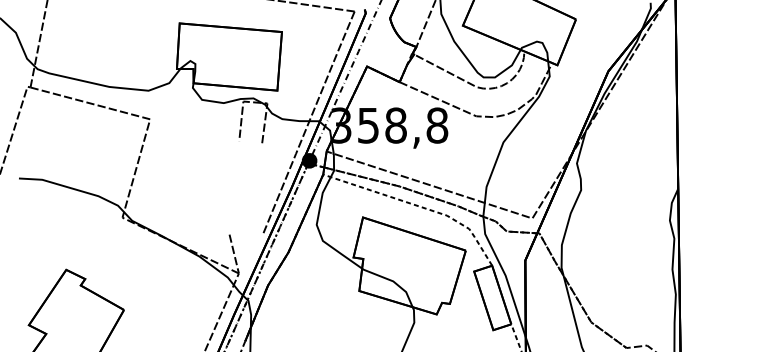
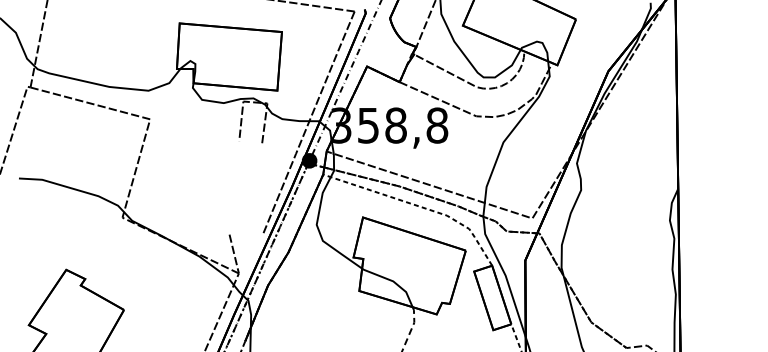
line at (411, 329): solid -> dashed
